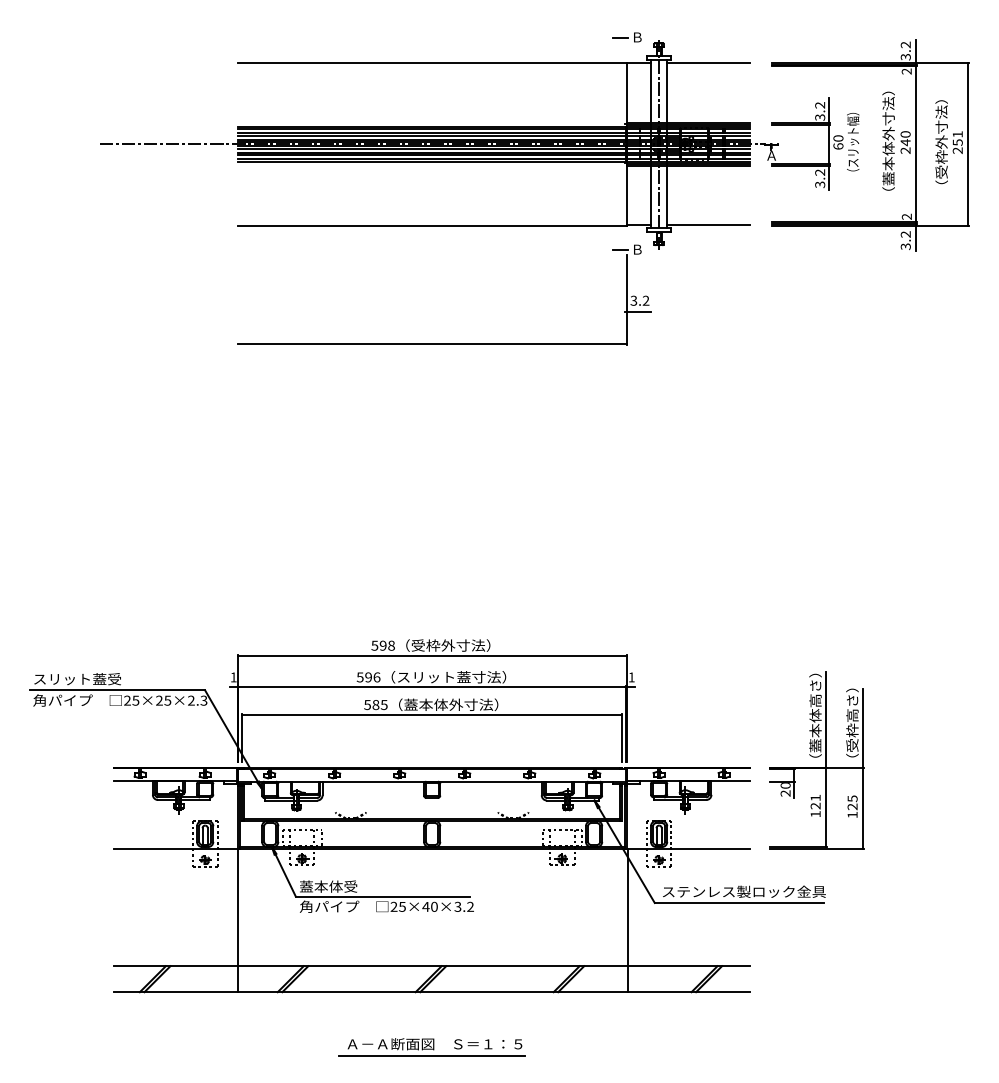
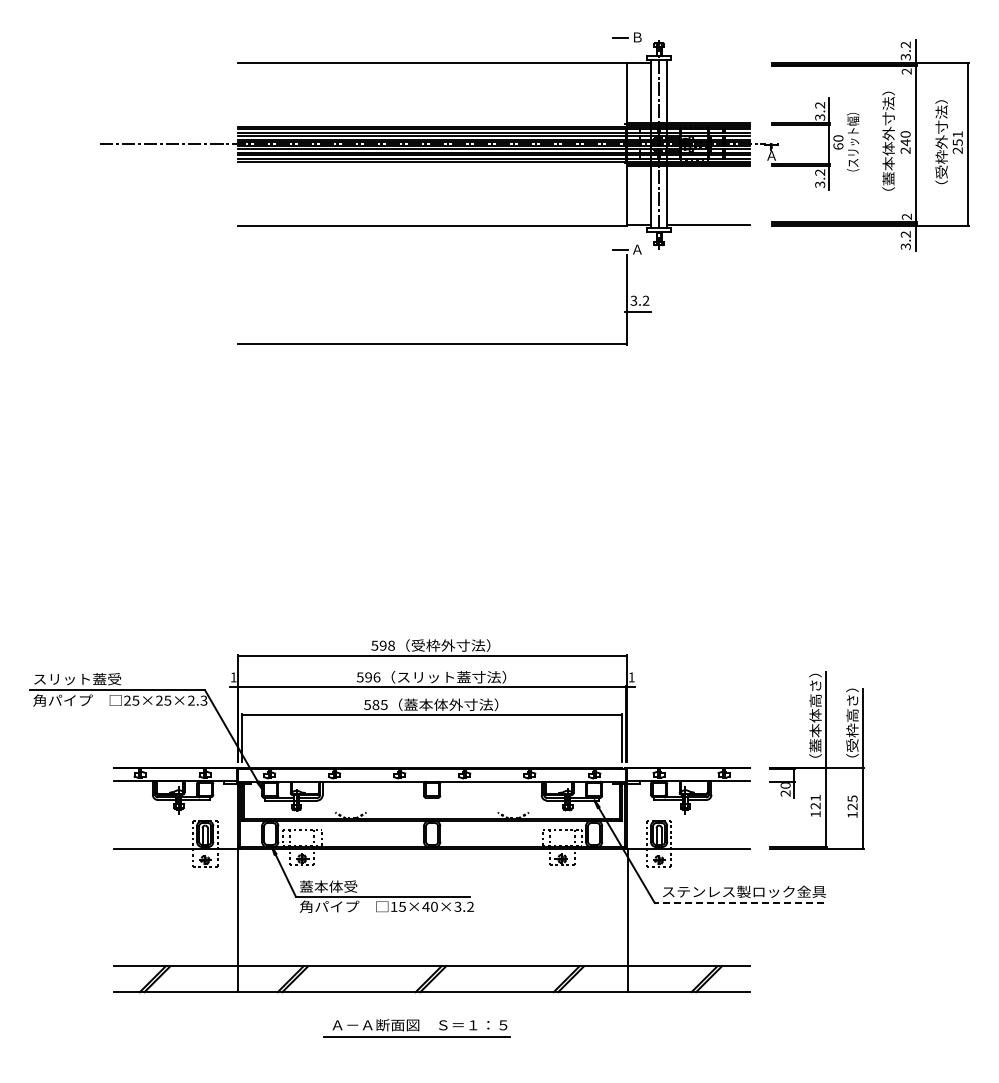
line at (708, 62): present -> none
text at (637, 249): Ｂ -> Ａ
line at (738, 902): solid -> dashed
text at (393, 906): 25×40×3.2 -> 15×40×3.2
part at (431, 1047) position: (431, 1047) -> (416, 1028)
